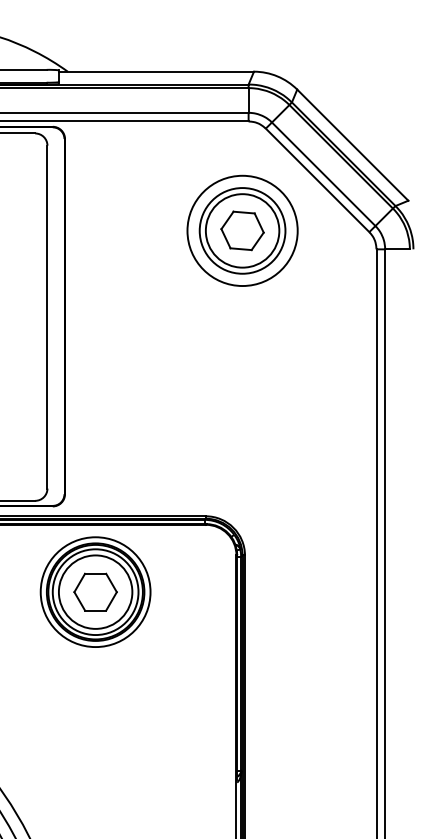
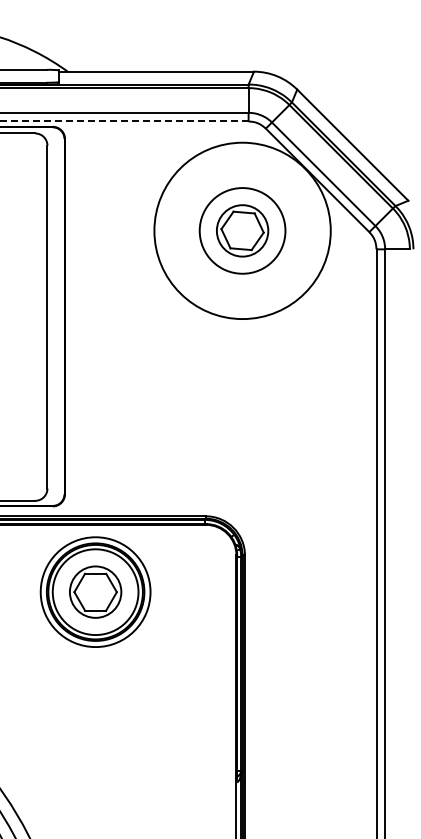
line at (124, 121): solid -> dashed
circle at (242, 230) diameter: 110 px -> 176 px
circle at (242, 230) diameter: 73 px -> 51 px
circle at (95, 591) diameter: 73 px -> 51 px
